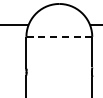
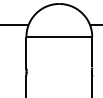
line at (59, 36): dashed -> solid
